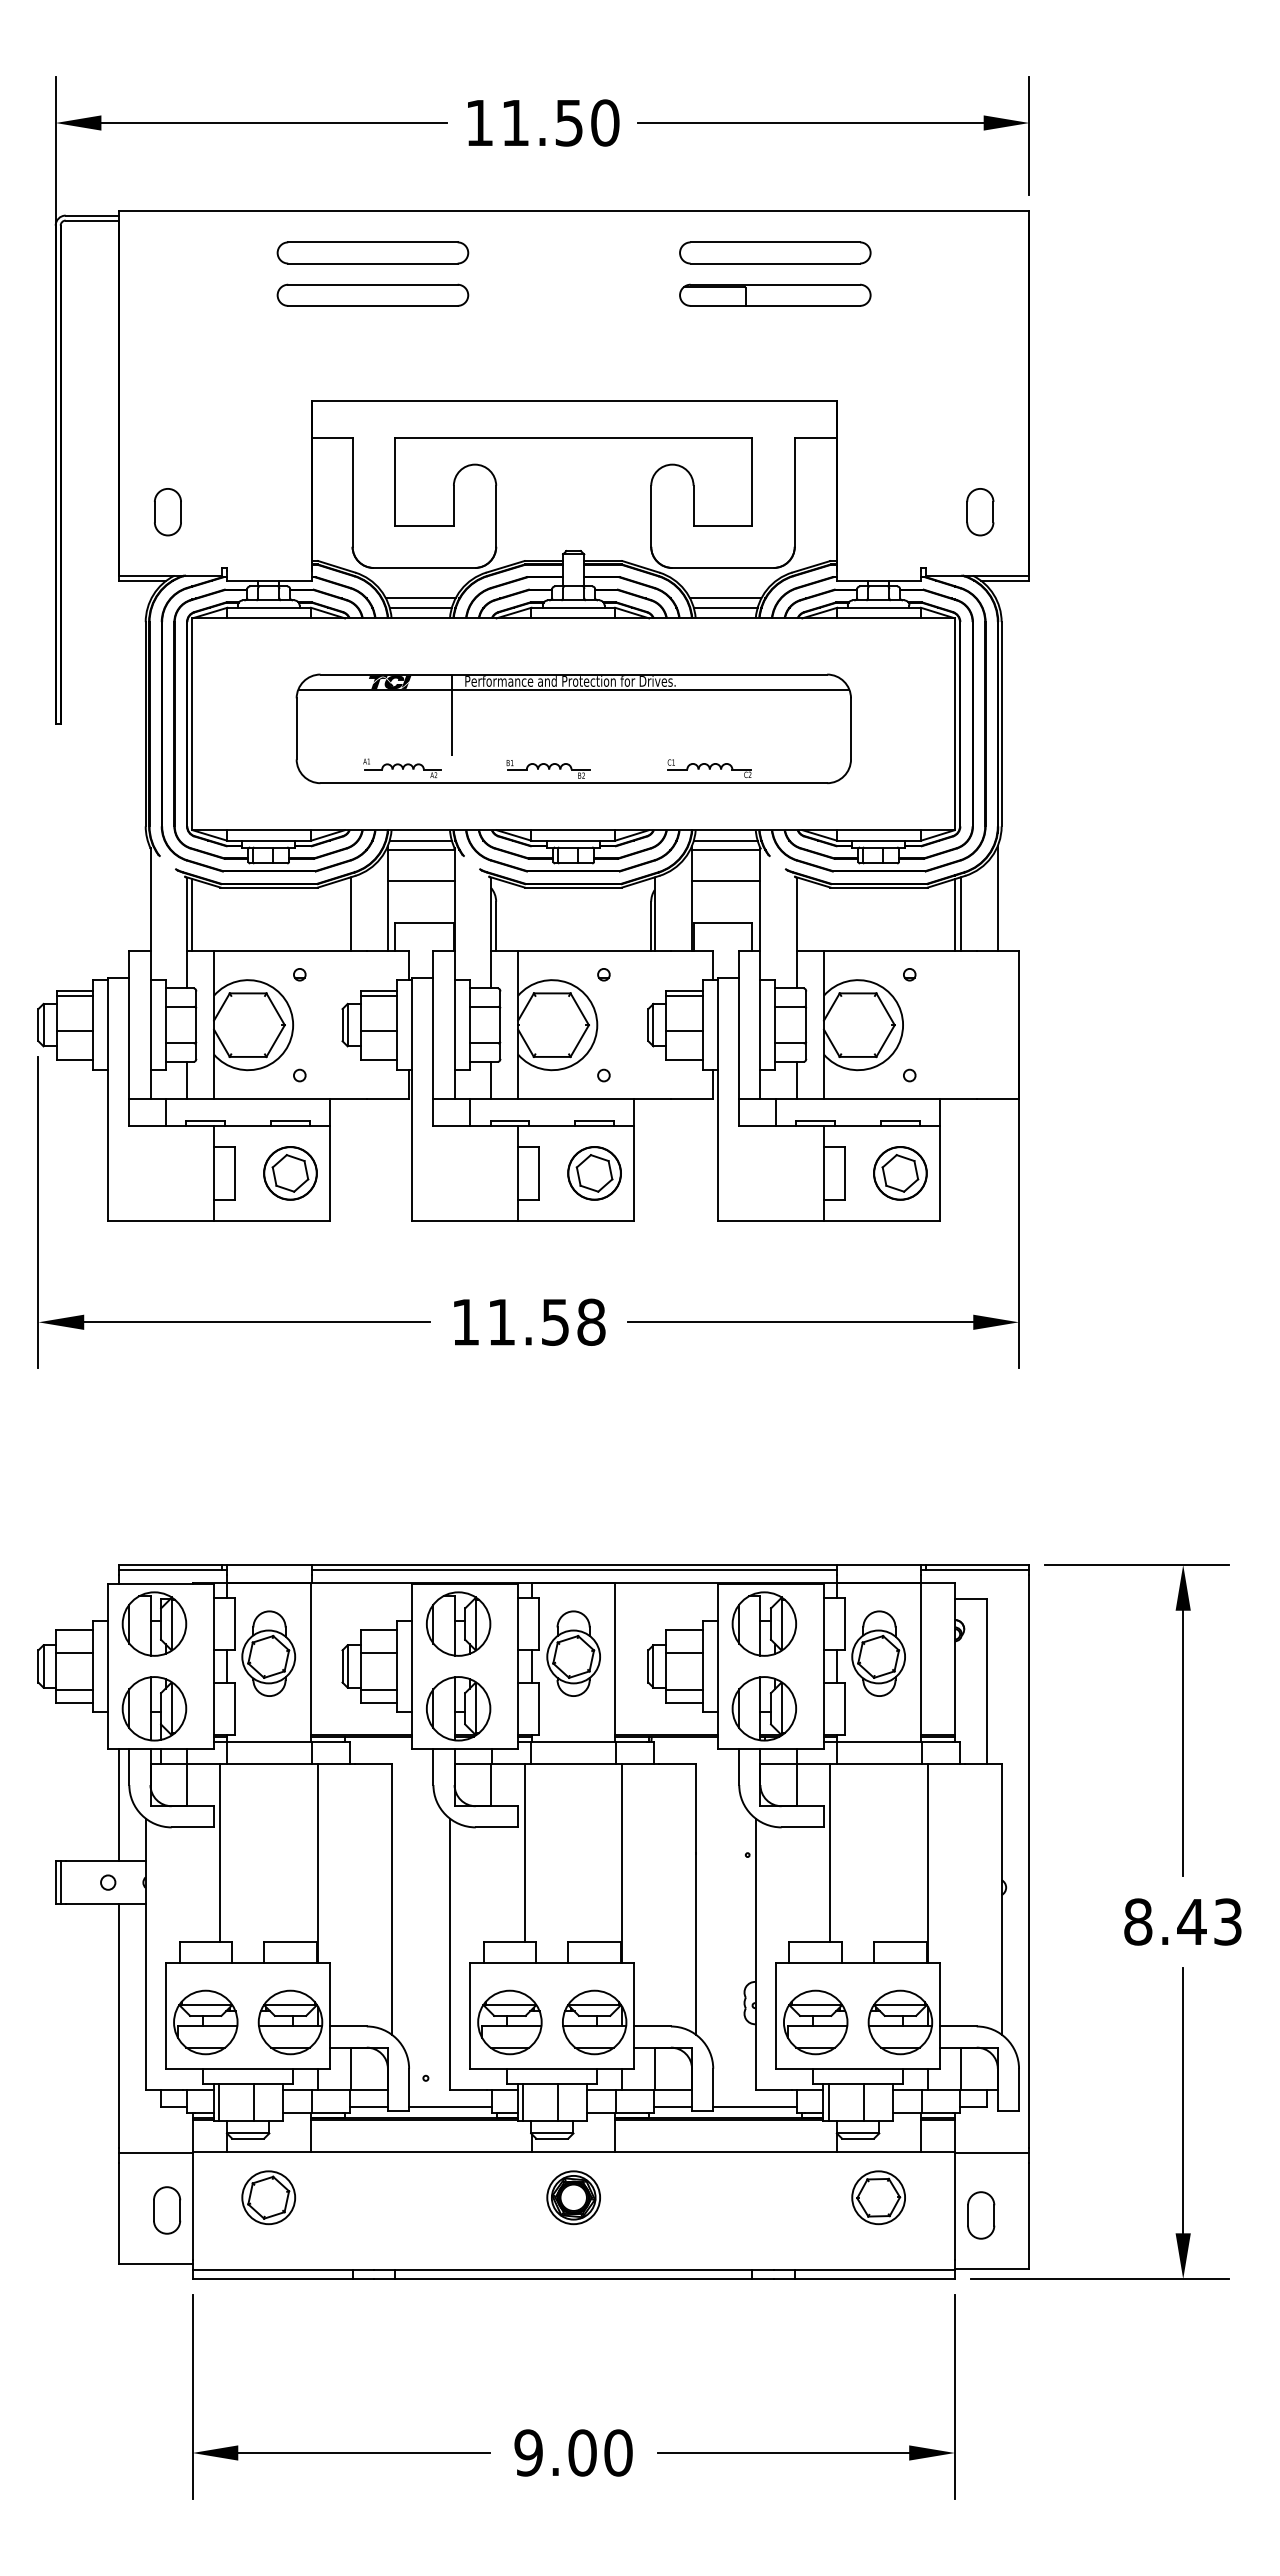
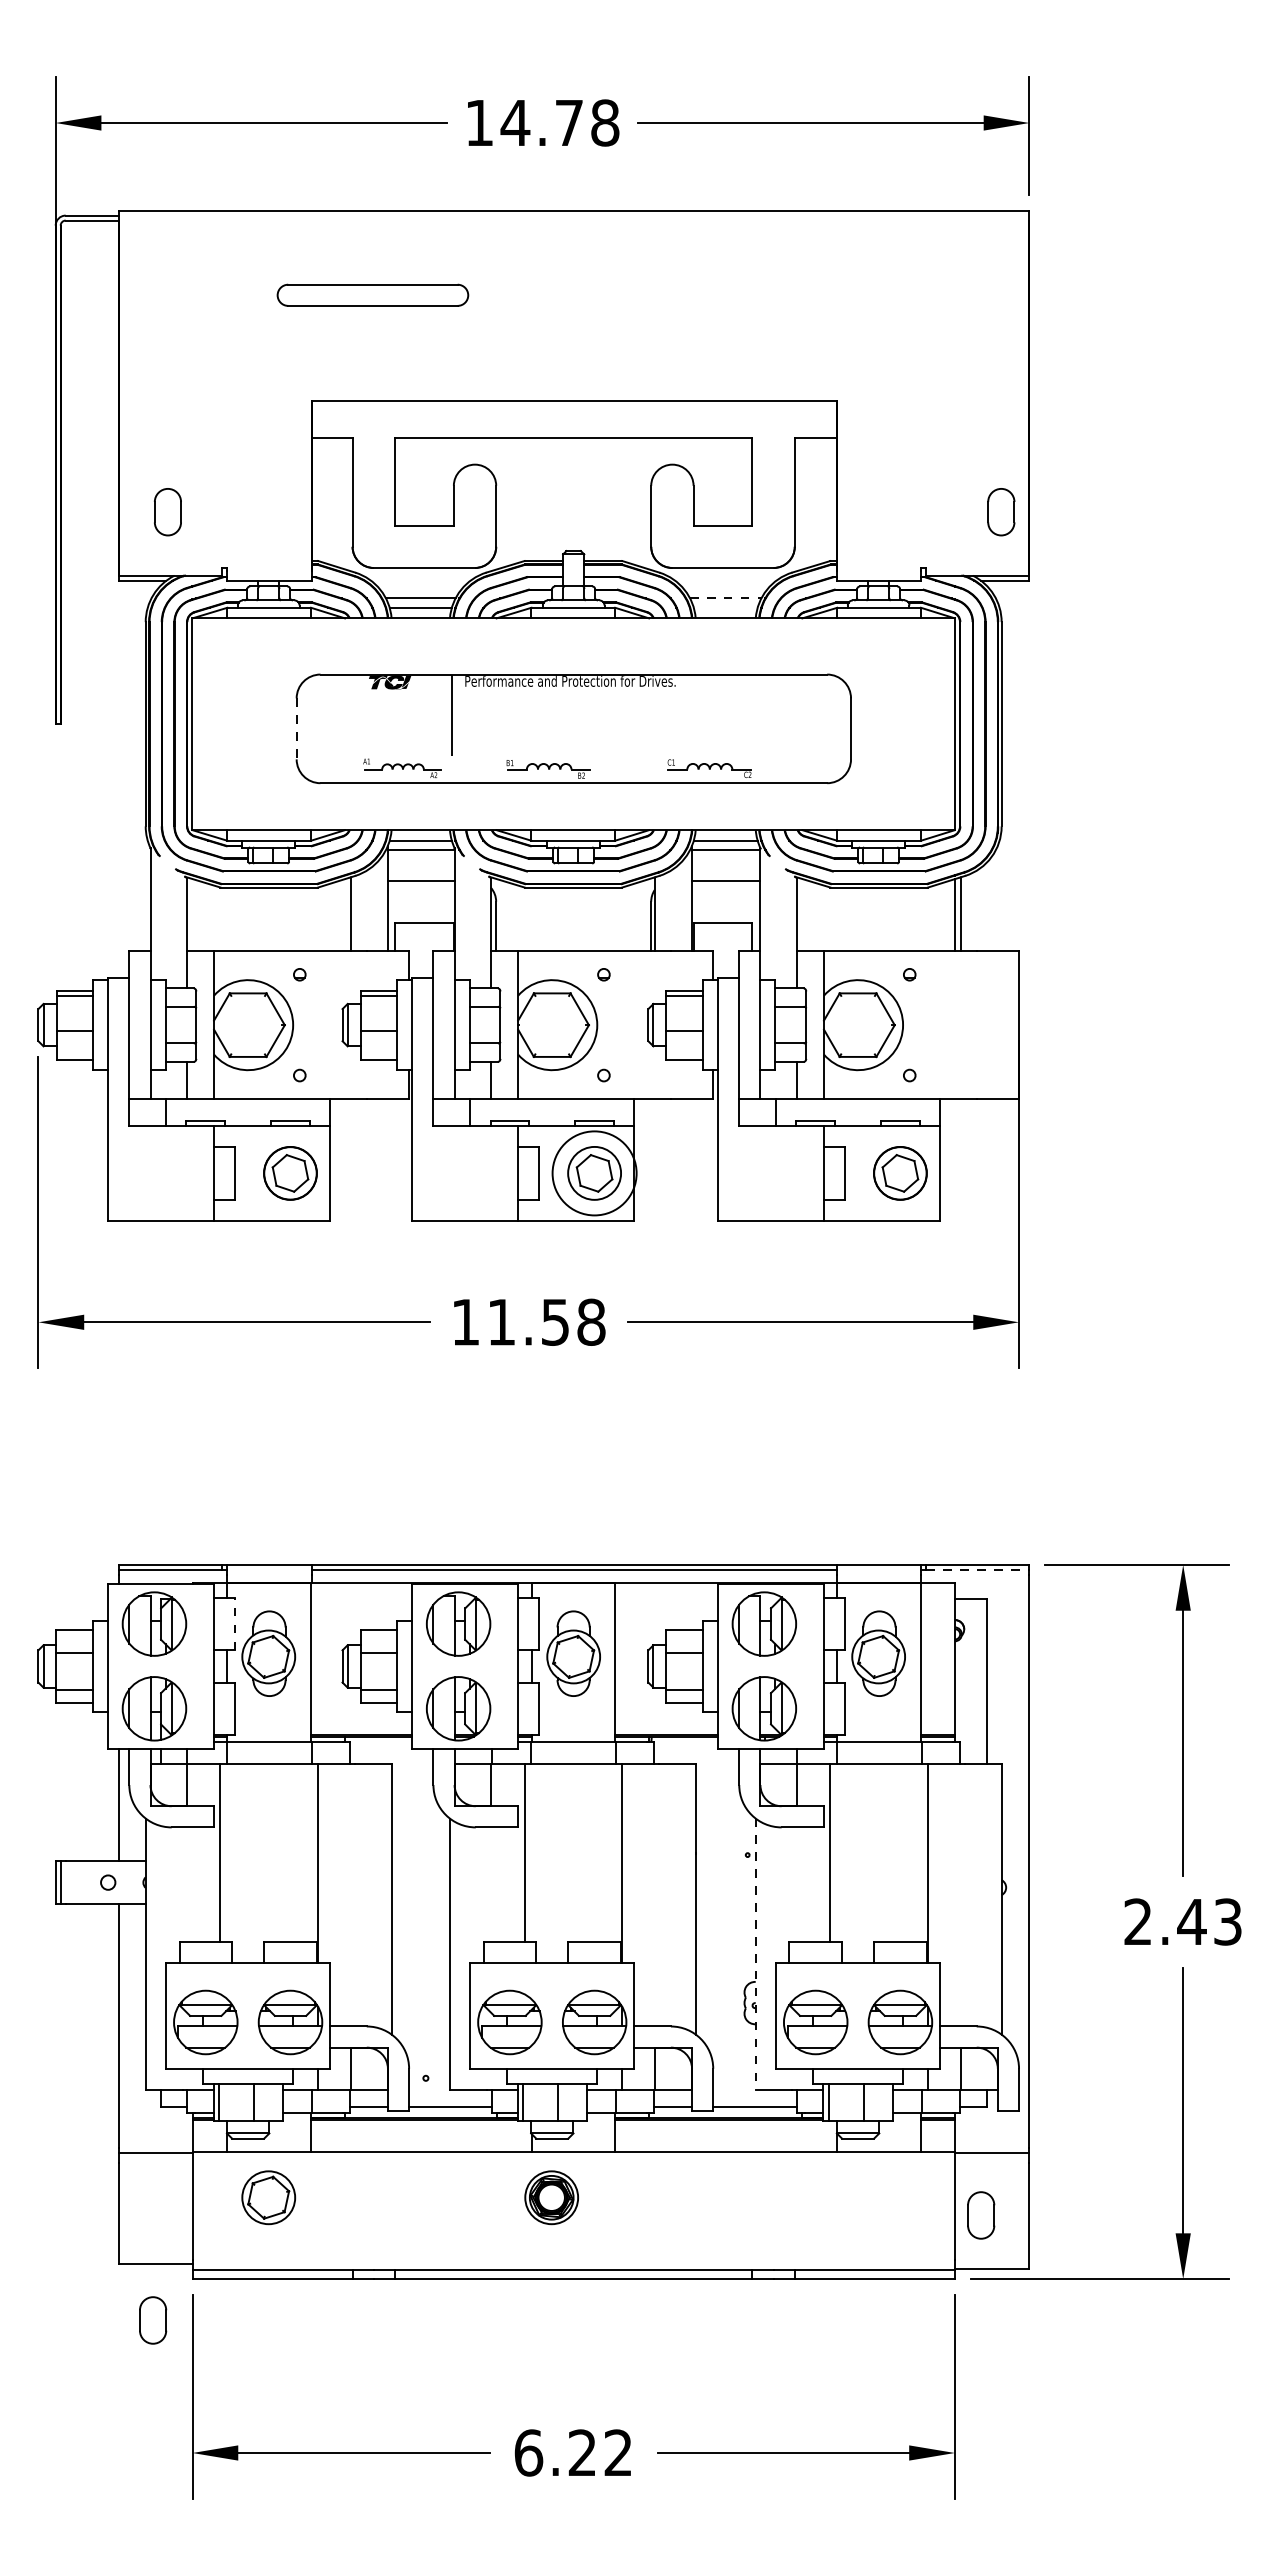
text at (559, 122): 11.50 -> 14.78
part at (372, 252): present -> none
part at (775, 252): present -> none
part at (775, 294): present -> none
part at (980, 512) position: (980, 512) -> (1001, 512)
line at (725, 598): solid -> dashed
line at (725, 607): present -> none
line at (574, 690): present -> none
line at (296, 729): solid -> dashed
line at (997, 898): present -> none
line at (192, 915): present -> none
circle at (594, 1173) diameter: 53 px -> 84 px
line at (977, 1569): solid -> dashed
line at (235, 1623): solid -> dashed
text at (1138, 1921): 8.43 -> 2.43
line at (755, 1954): solid -> dashed
part at (573, 2197) position: (573, 2197) -> (551, 2197)
part at (878, 2197): present -> none
part at (167, 2210) position: (167, 2210) -> (153, 2320)
text at (573, 2452): 9.00 -> 6.22
